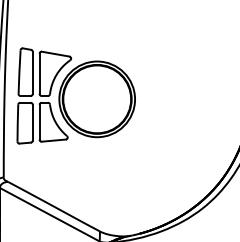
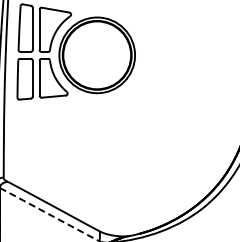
part at (75, 95) position: (75, 95) -> (75, 51)
line at (50, 215): solid -> dashed
